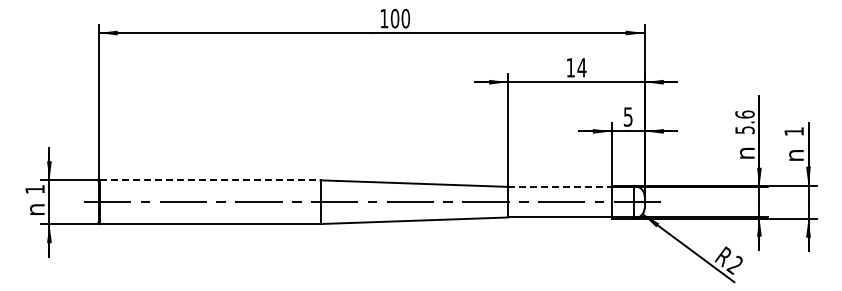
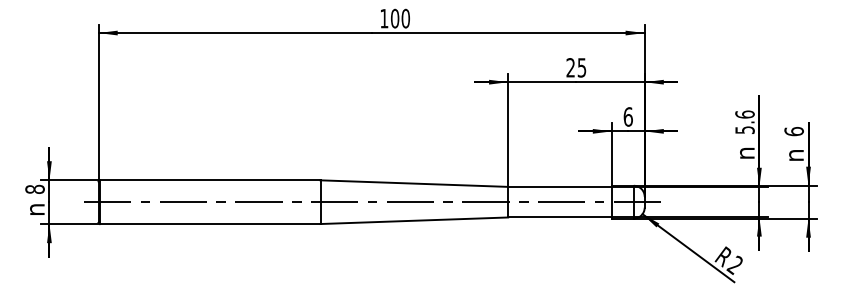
text at (576, 67): 14 -> 25
text at (627, 116): 5 -> 6
text at (793, 131): 1 -> 6
line at (210, 180): dashed -> solid
line at (560, 186): dashed -> solid
text at (34, 188): 1 -> 8
